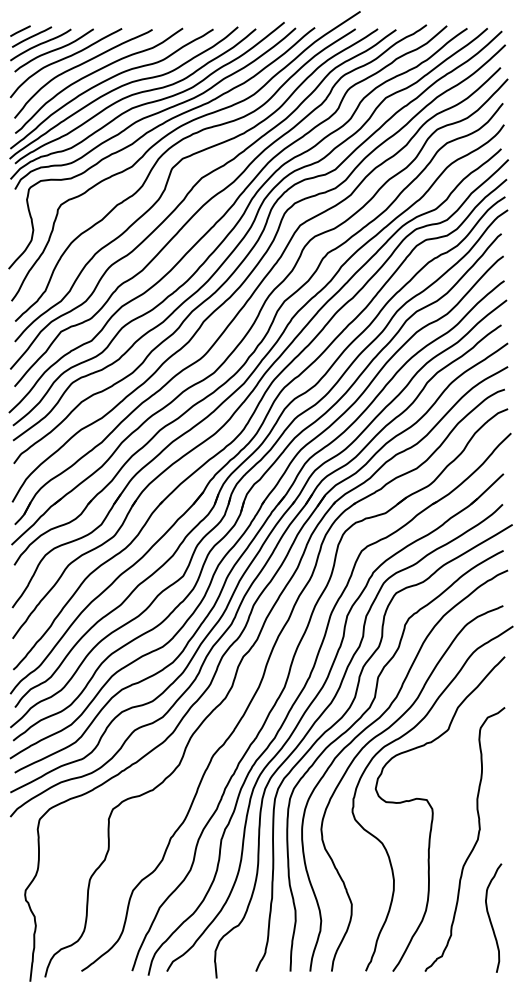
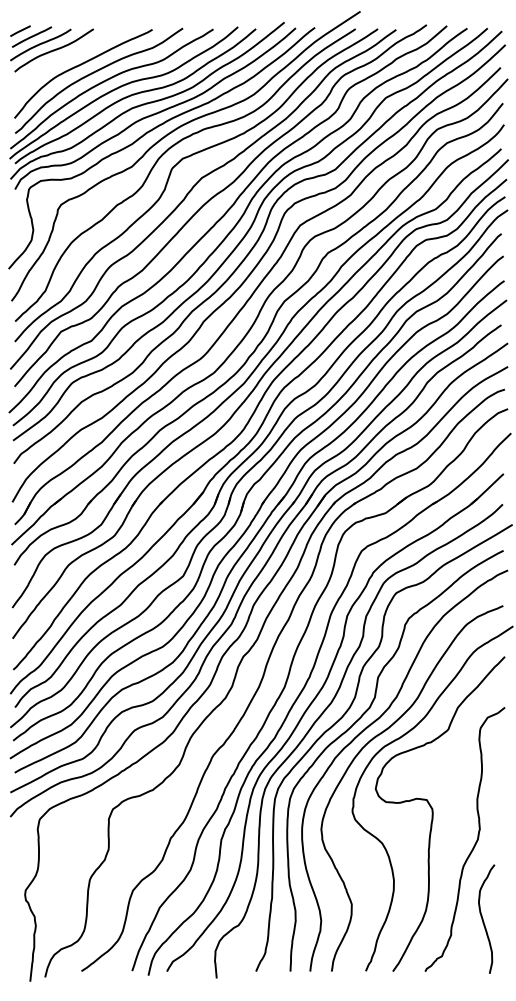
curve at (65, 59): present -> none
curve at (490, 917) position: (490, 917) -> (483, 918)
